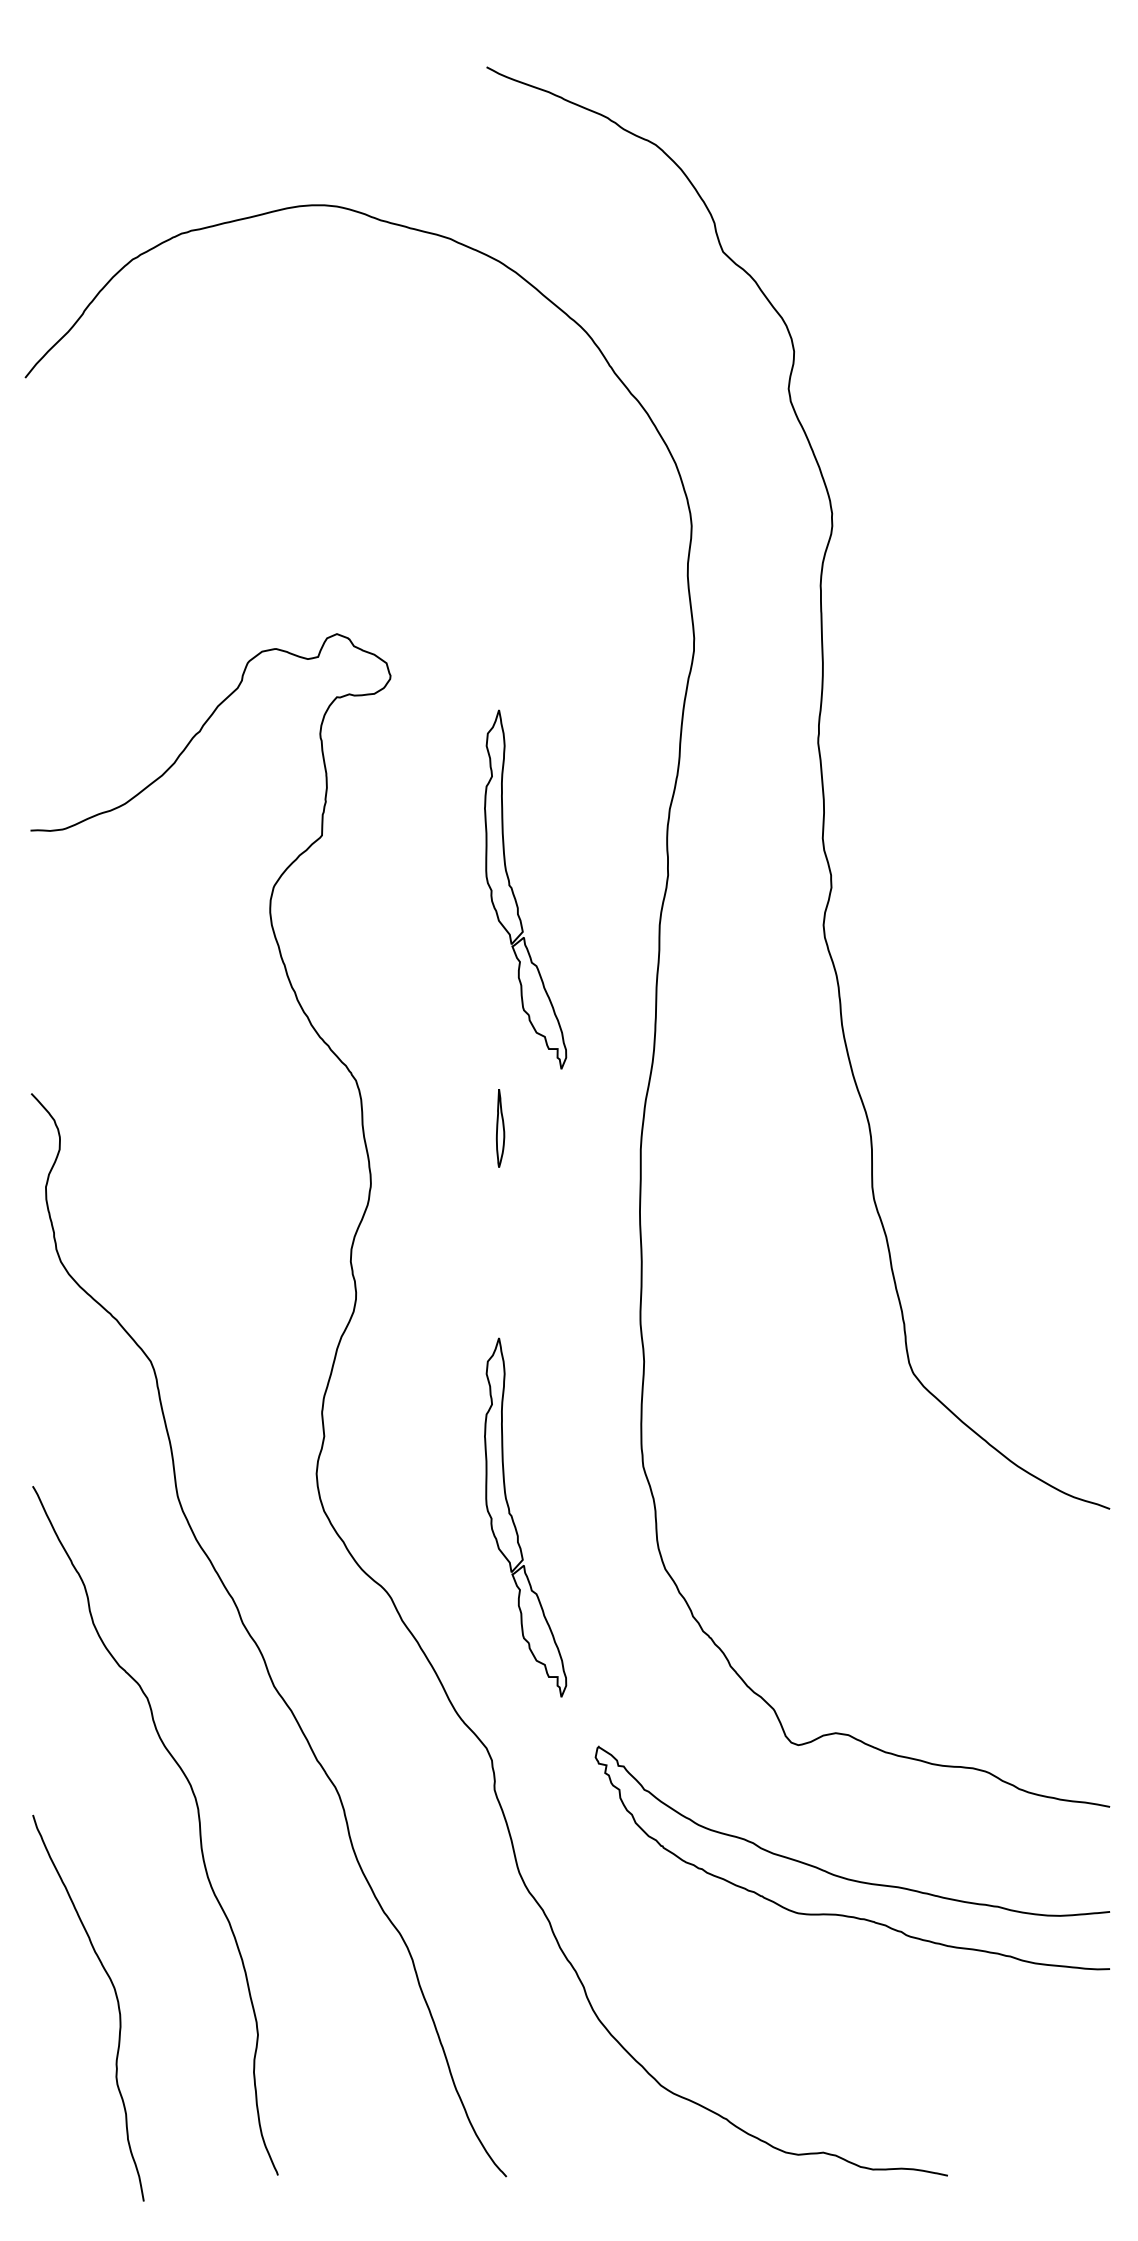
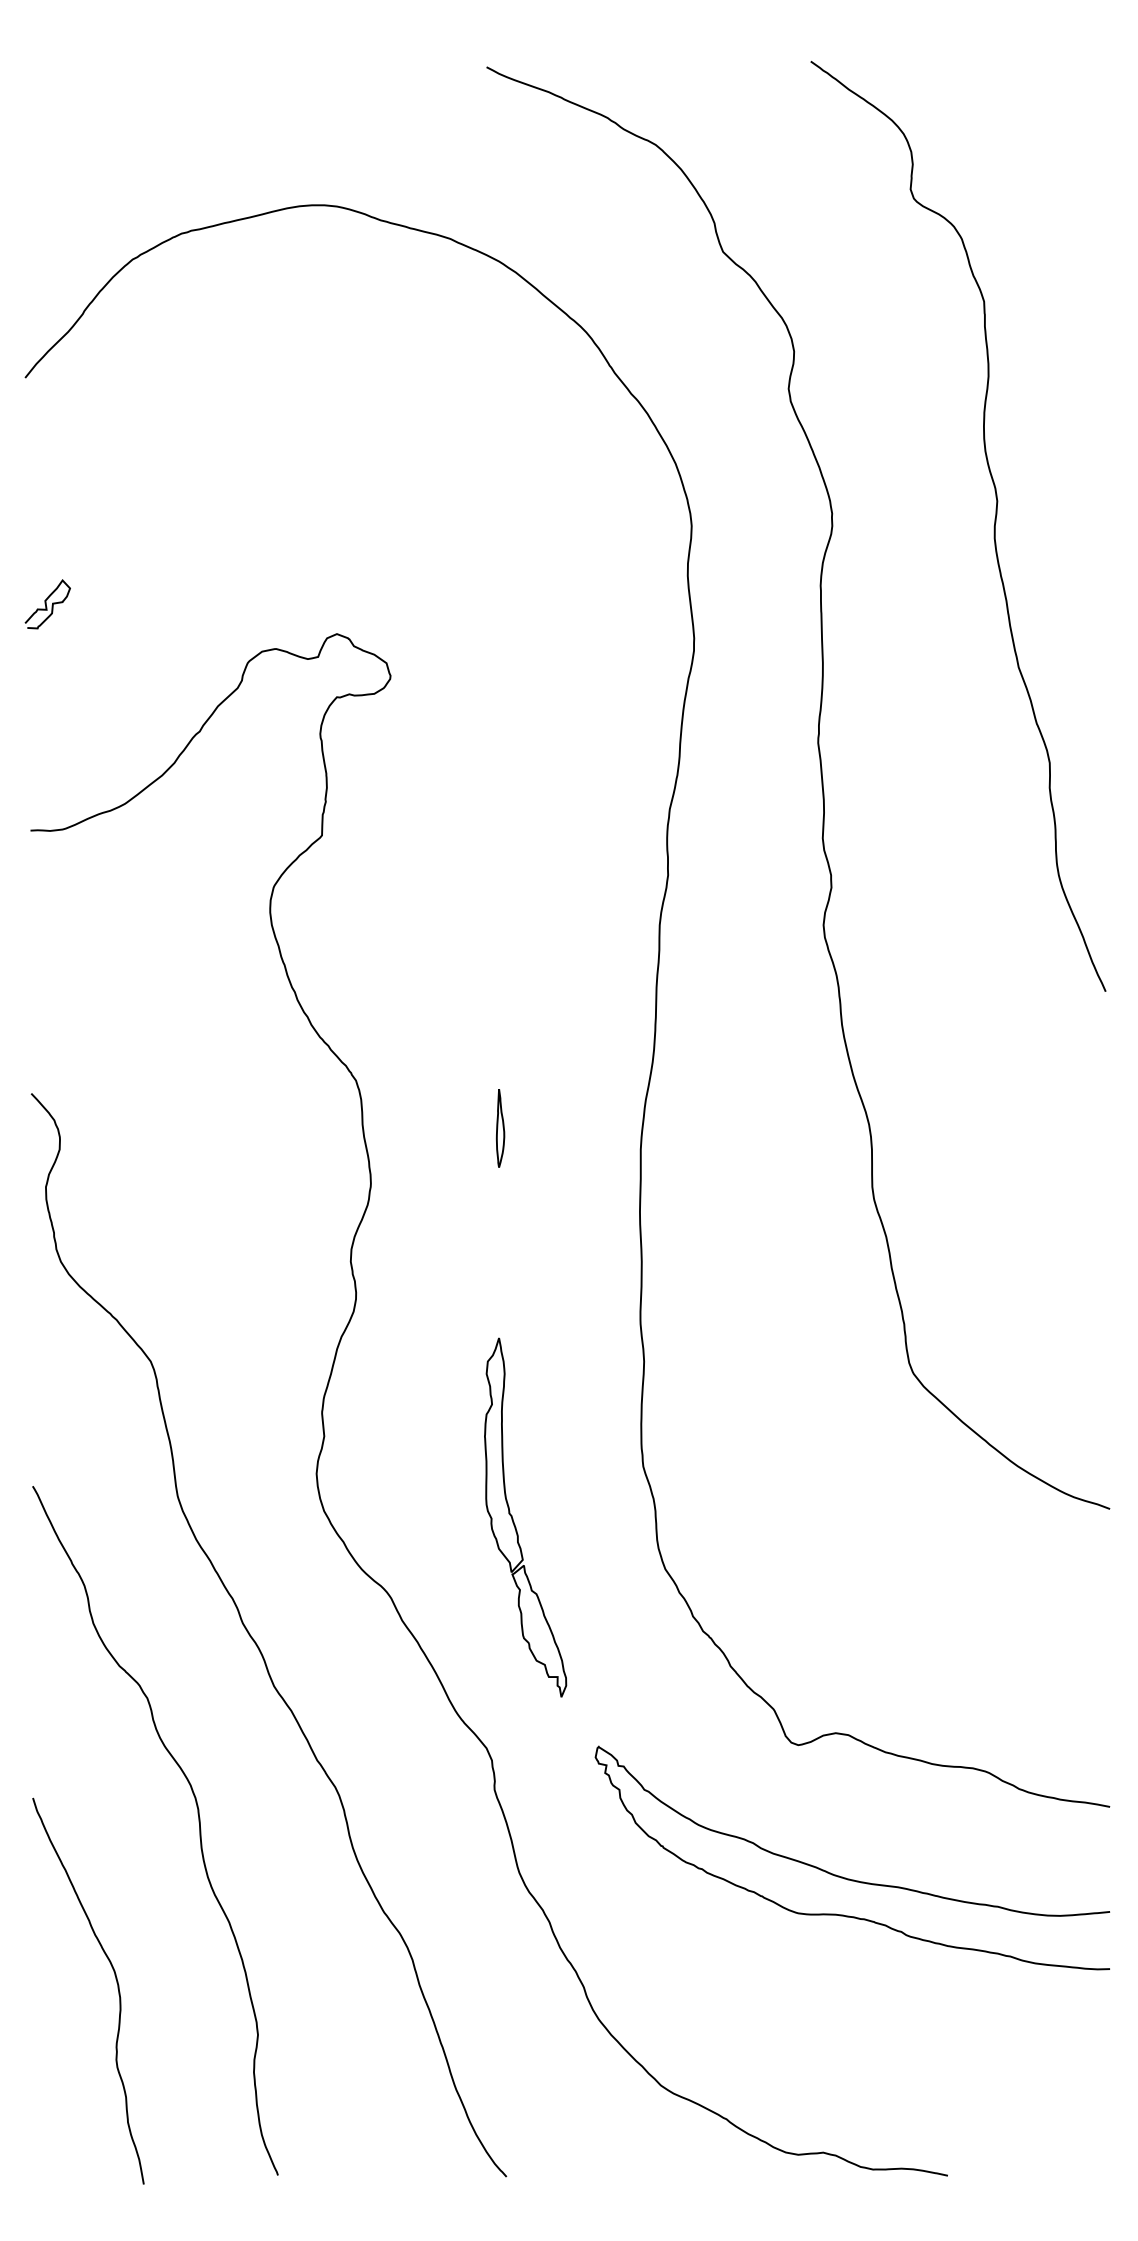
curve at (993, 526): none -> present
curve at (46, 604): none -> present
part at (514, 893): present -> none
curve at (116, 2000) position: (116, 2000) -> (116, 1983)
